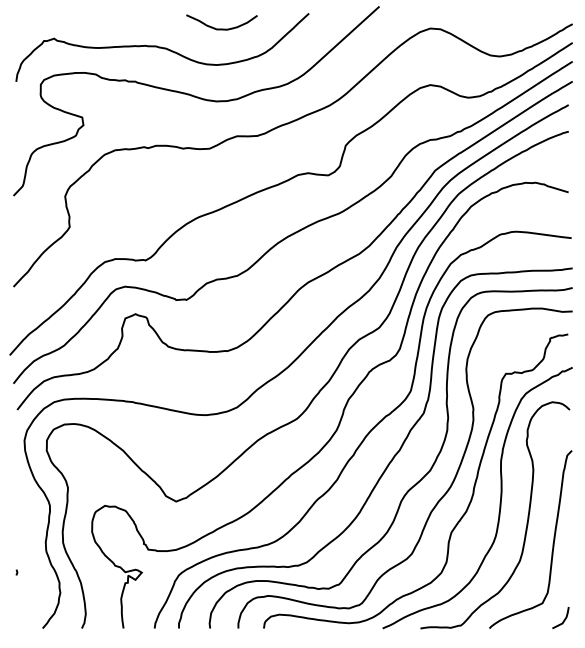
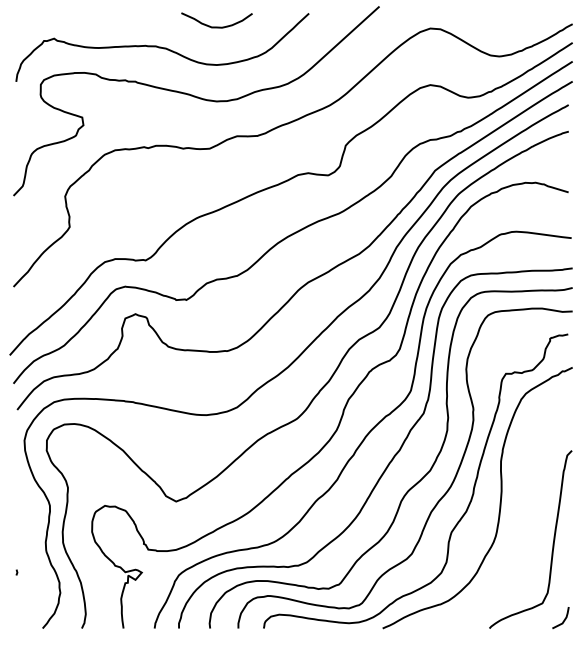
curve at (221, 28) position: (221, 28) -> (216, 26)
curve at (526, 522): present -> none
